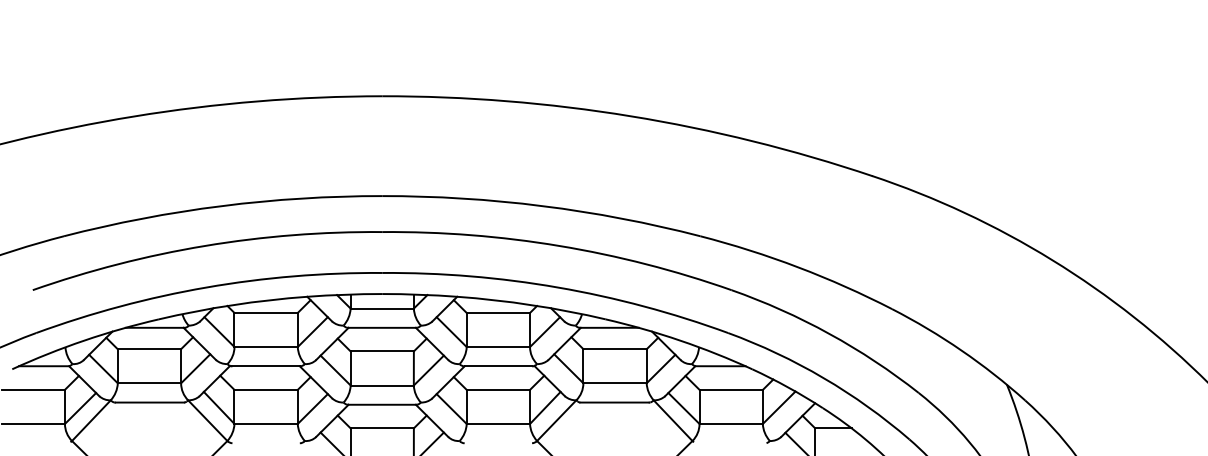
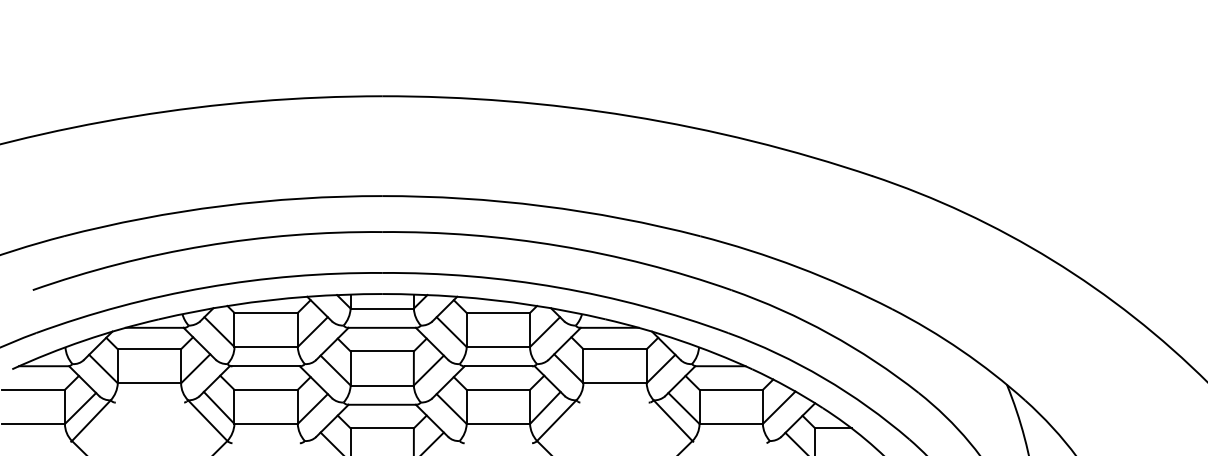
line at (149, 402): present -> none
line at (614, 402): present -> none
